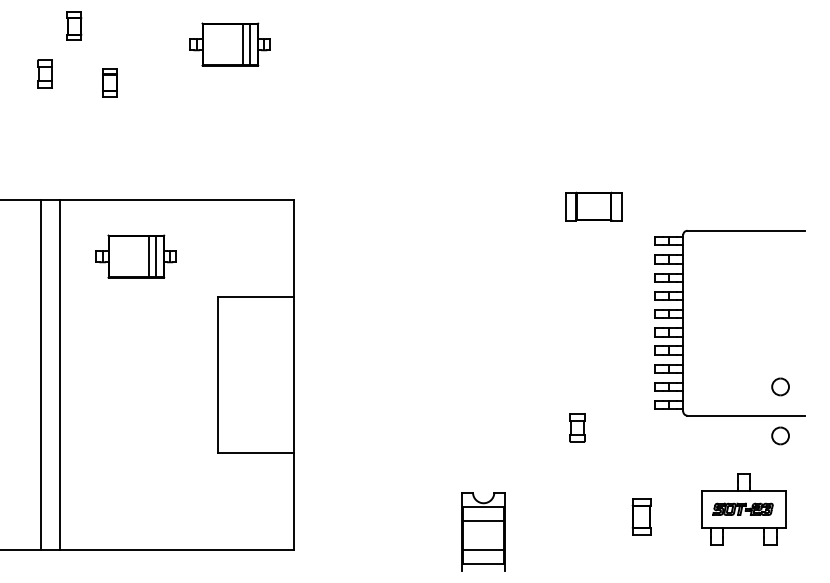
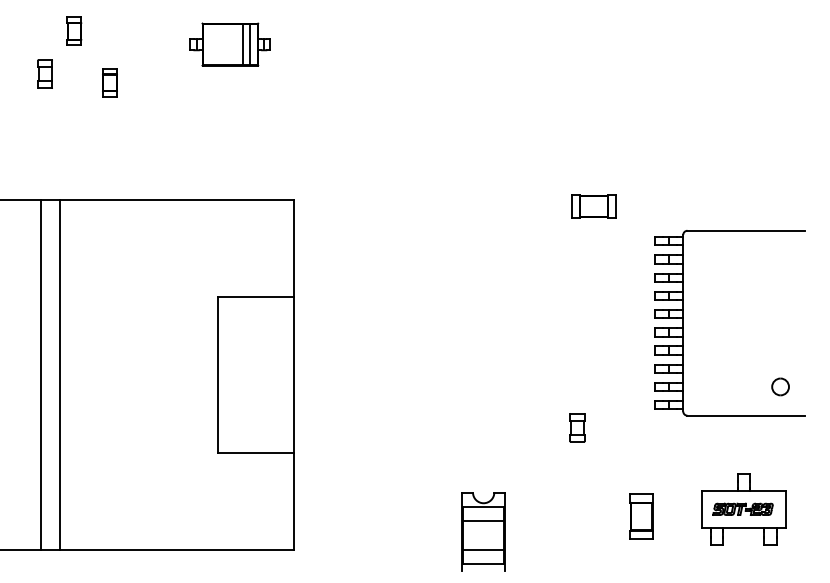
part at (74, 25) position: (74, 25) -> (74, 30)
part at (593, 206) size: 58x31 px -> 46x25 px
part at (135, 256): present -> none
part at (780, 435): present -> none
part at (641, 516) size: 21x38 px -> 25x47 px
